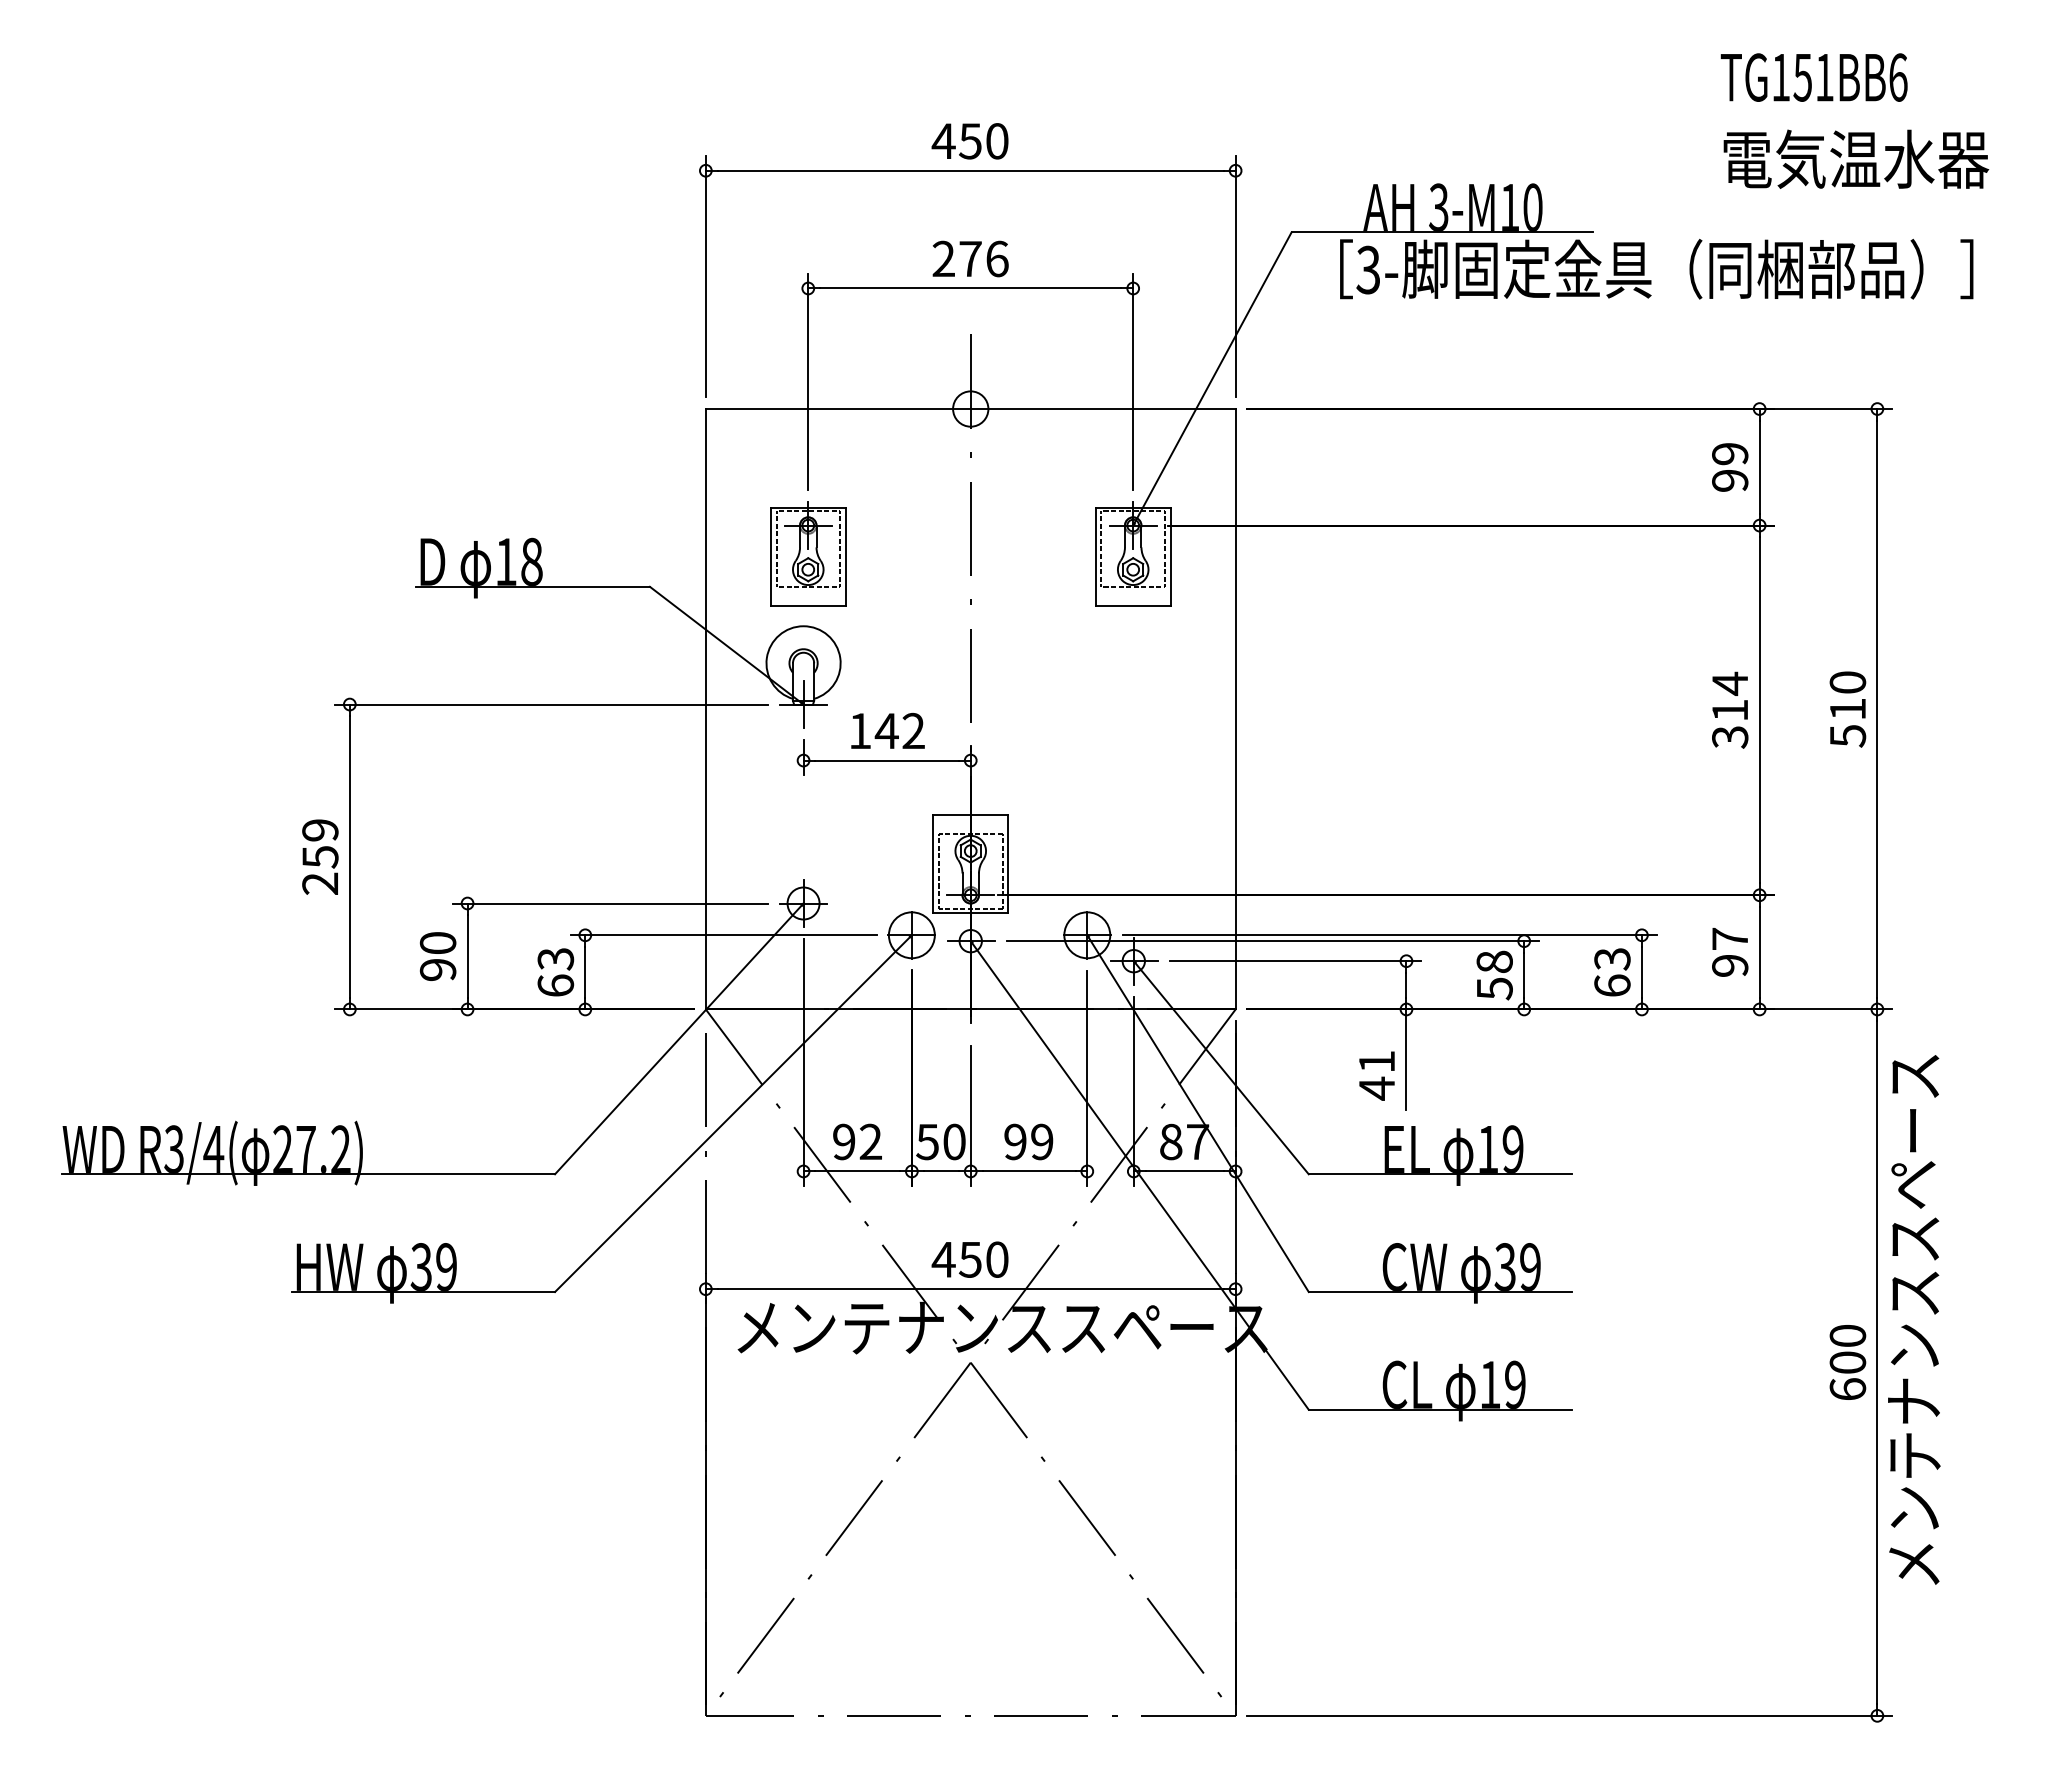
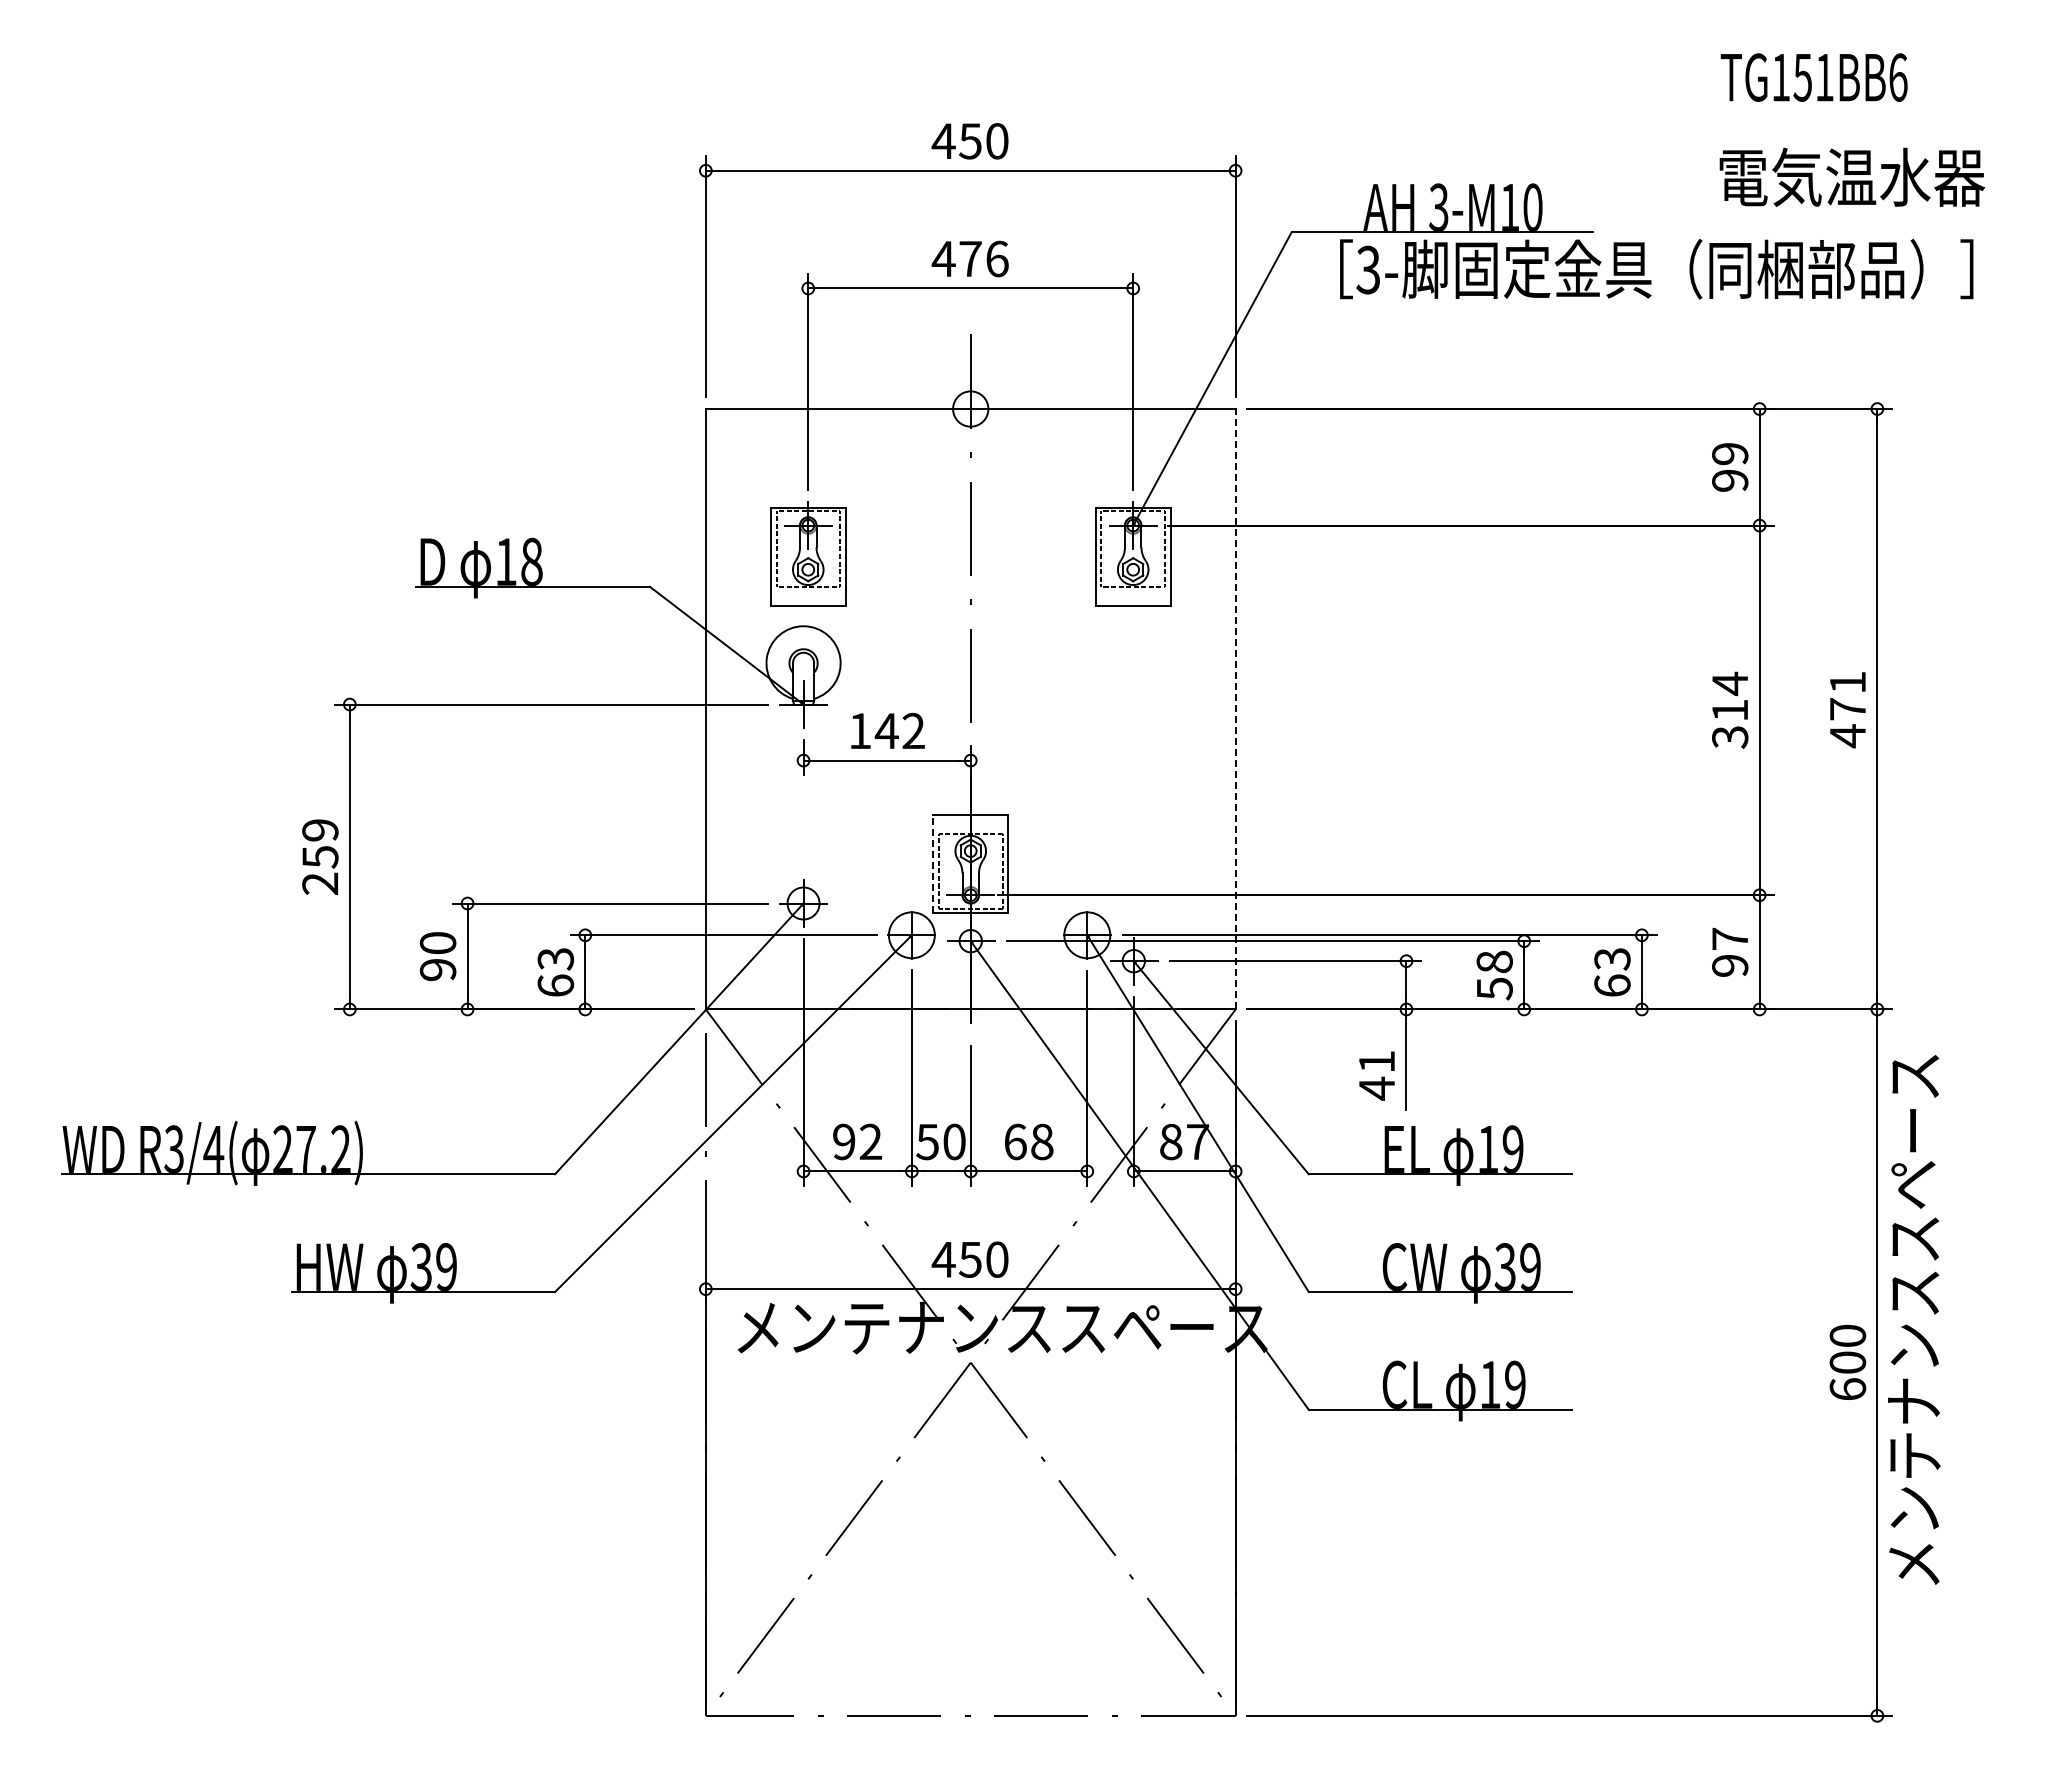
text at (1856, 158) position: (1856, 158) -> (1852, 176)
text at (943, 258): 276 -> 476
line at (1235, 708): solid -> dashed
text at (1847, 709): 510 -> 471
line at (933, 864): solid -> dashed
text at (1028, 1141): 99 -> 68
